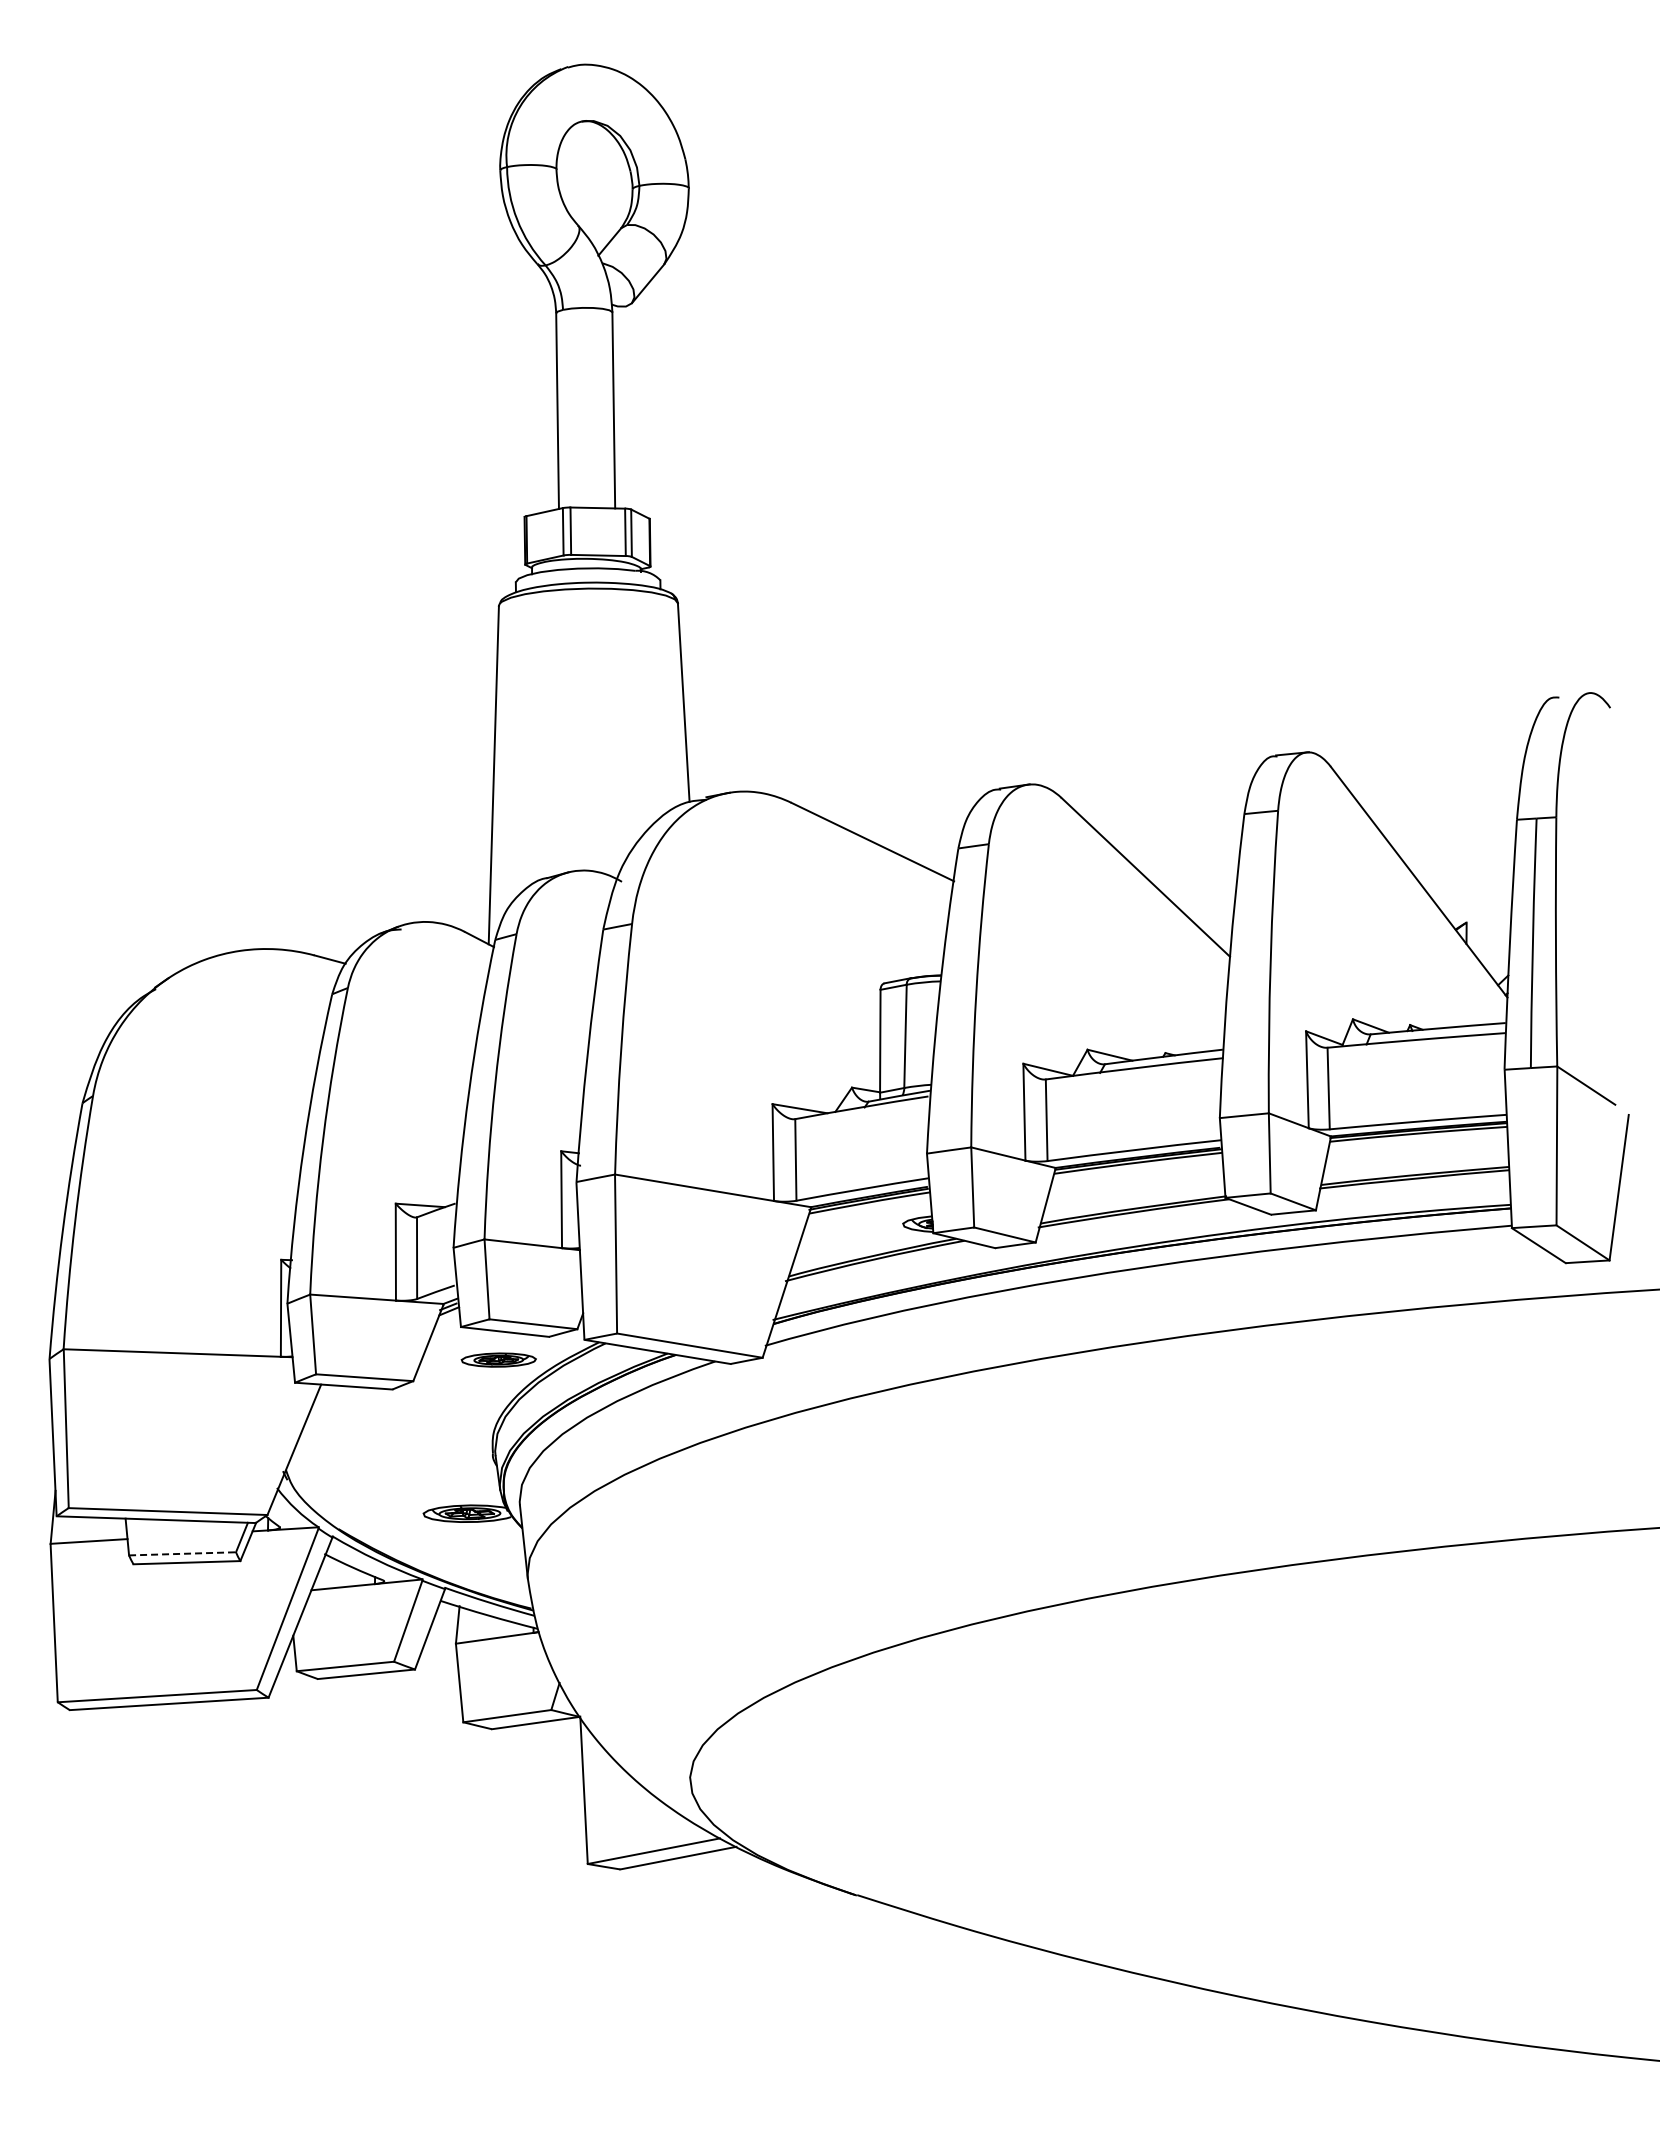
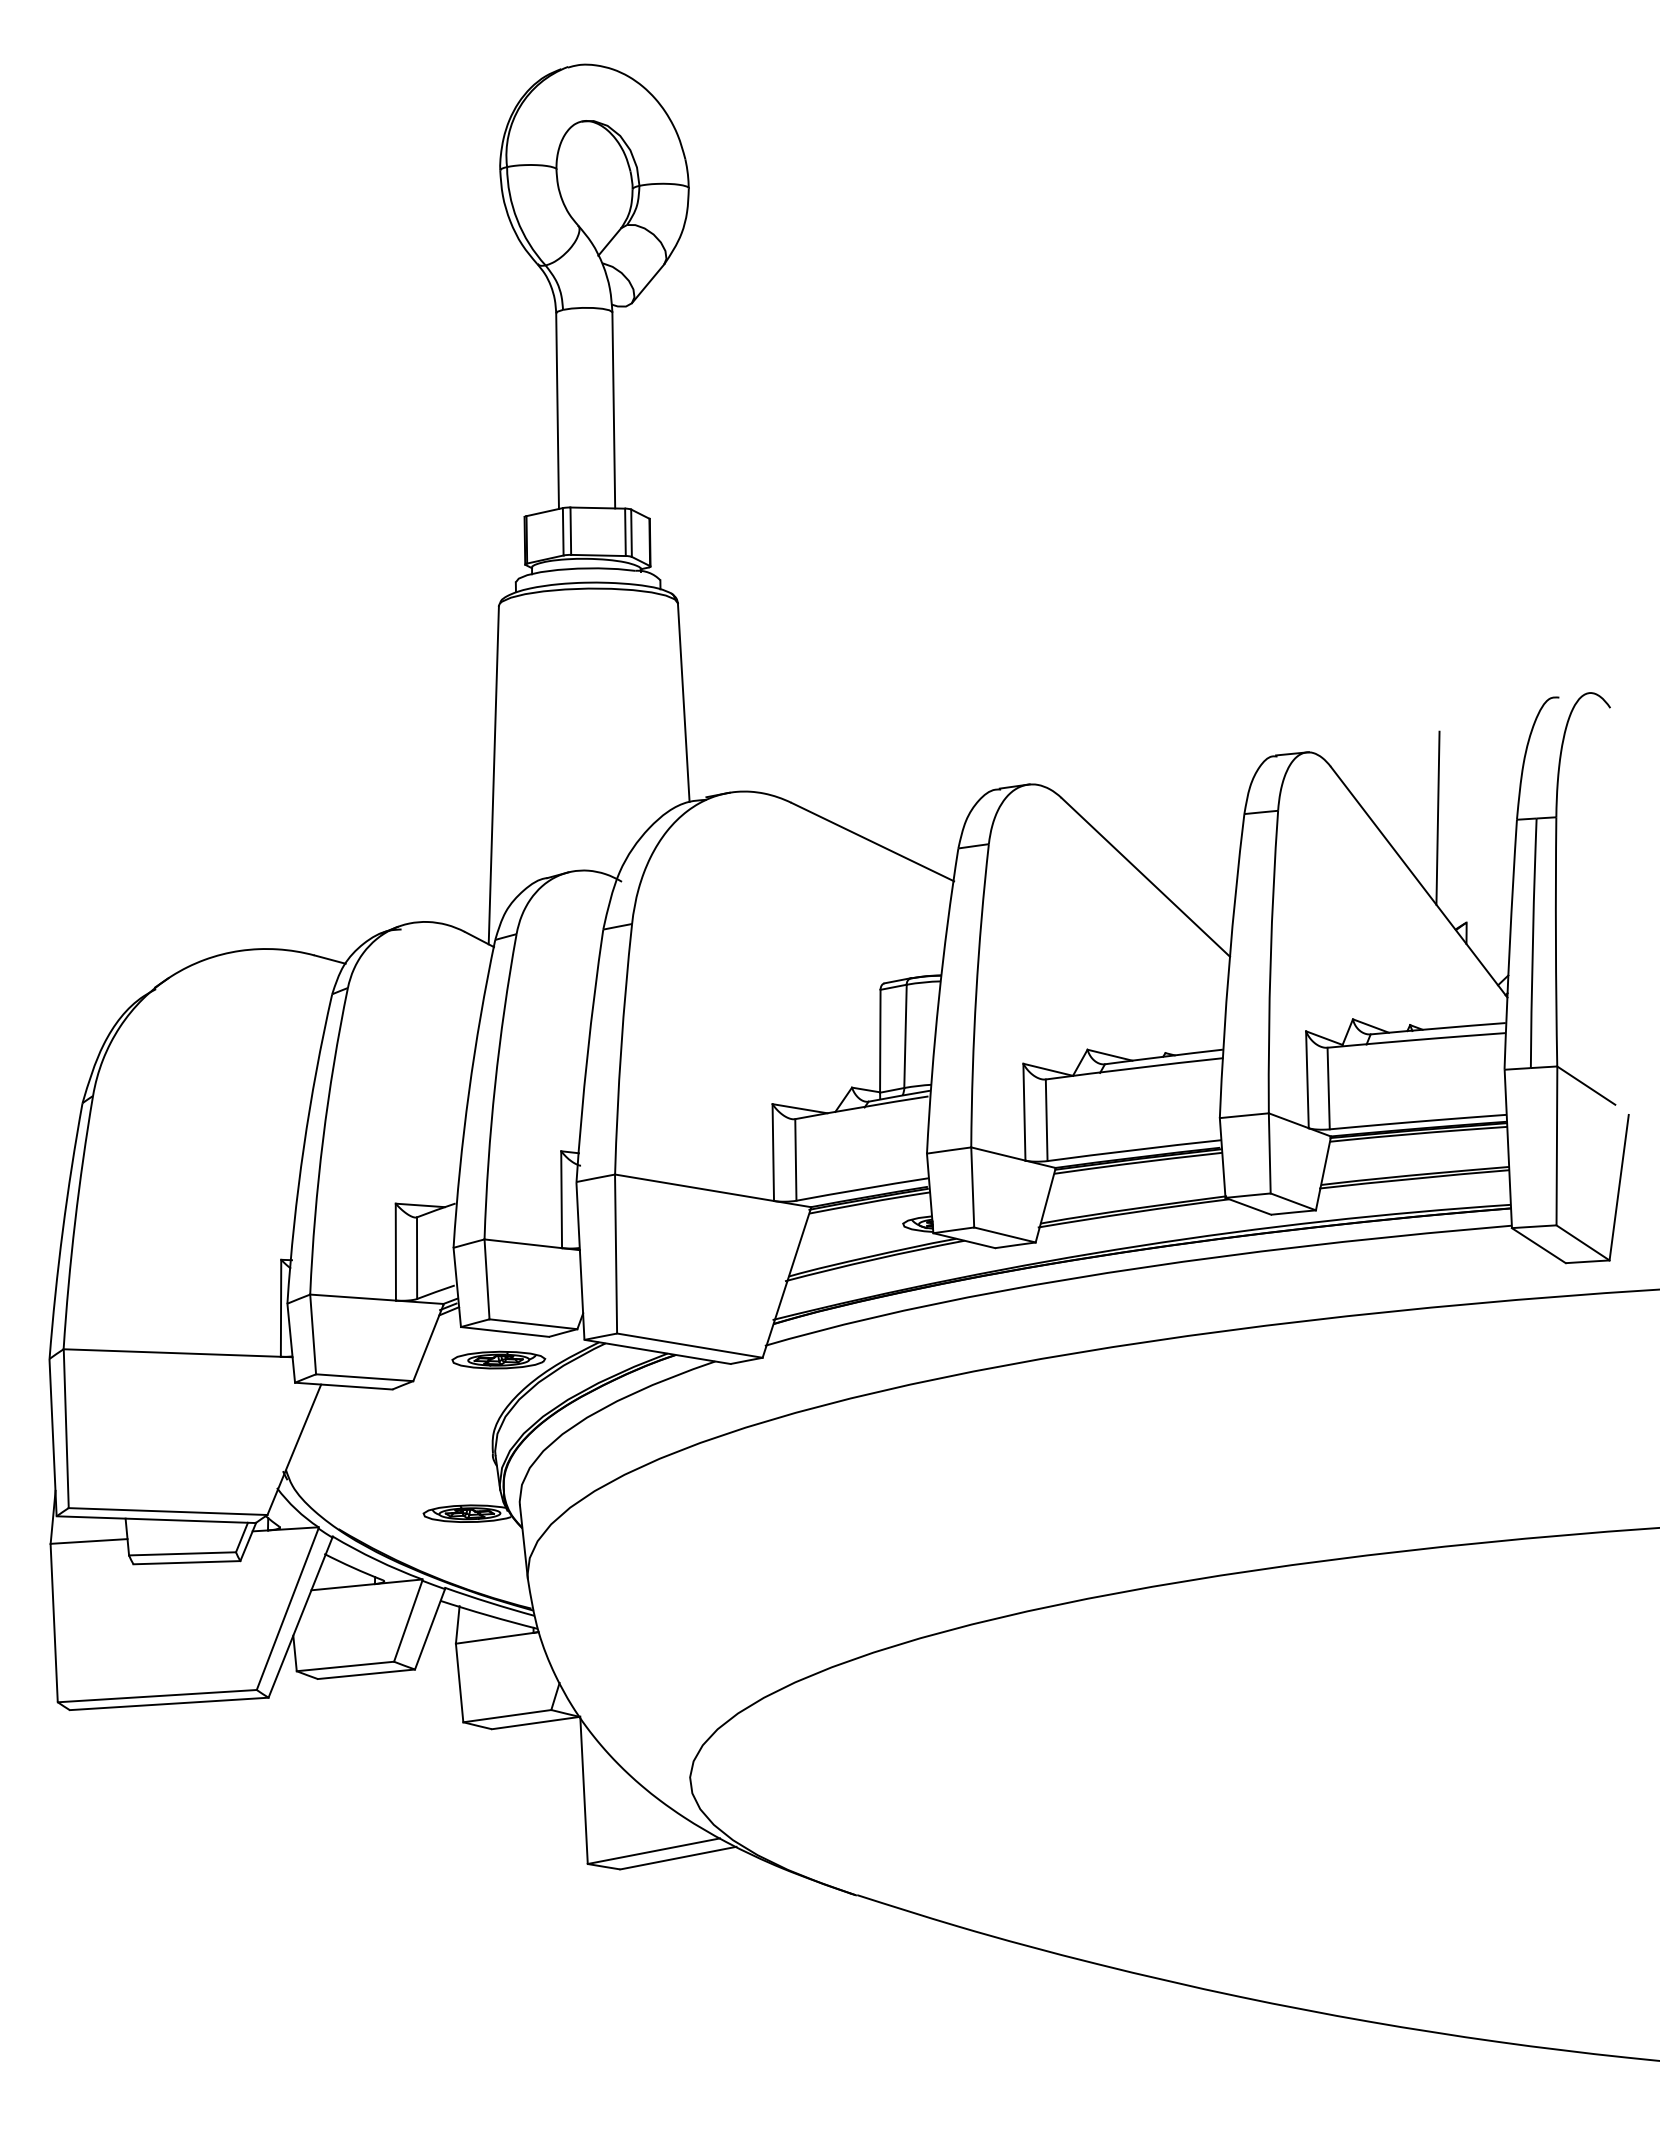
line at (1437, 817): none -> present
part at (498, 1359) size: 77x16 px -> 96x20 px
line at (182, 1553): dashed -> solid
